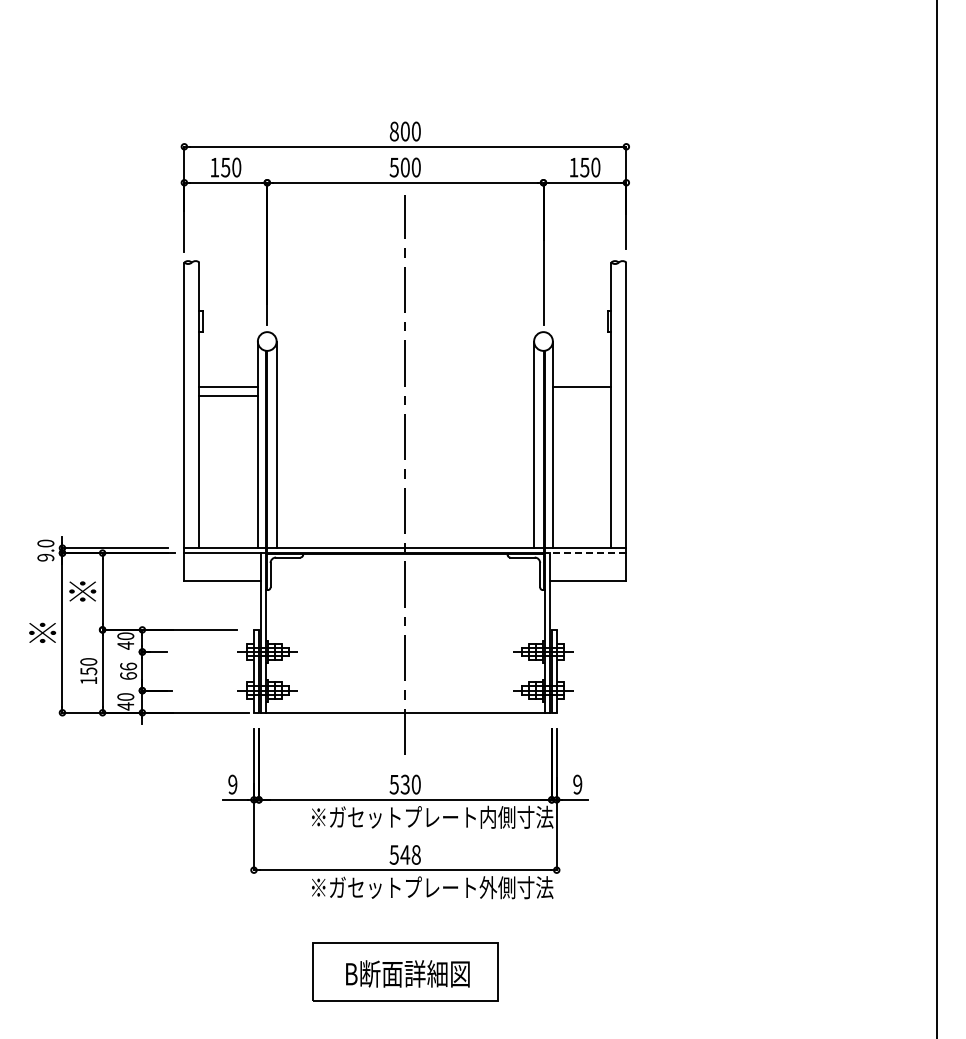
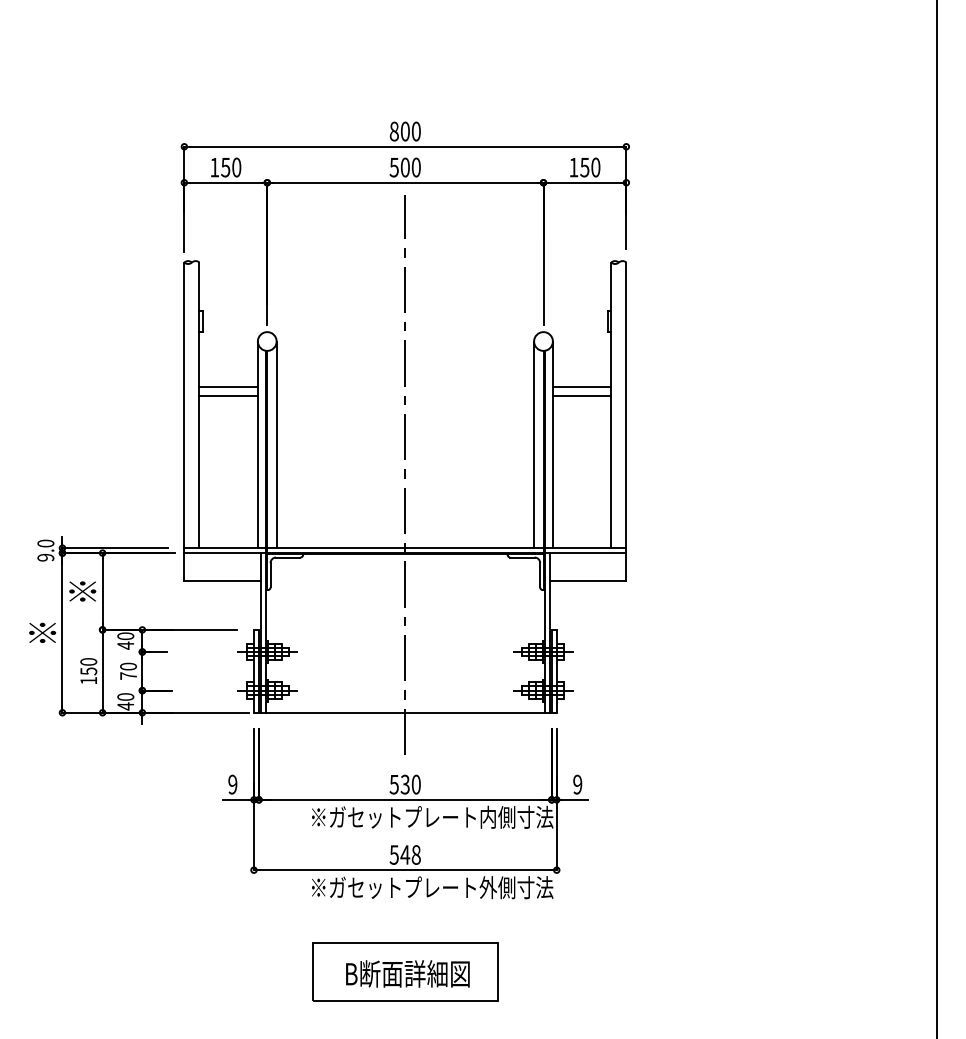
line at (581, 396): none -> present
line at (585, 553): dashed -> solid
text at (128, 670): 66 -> 70
